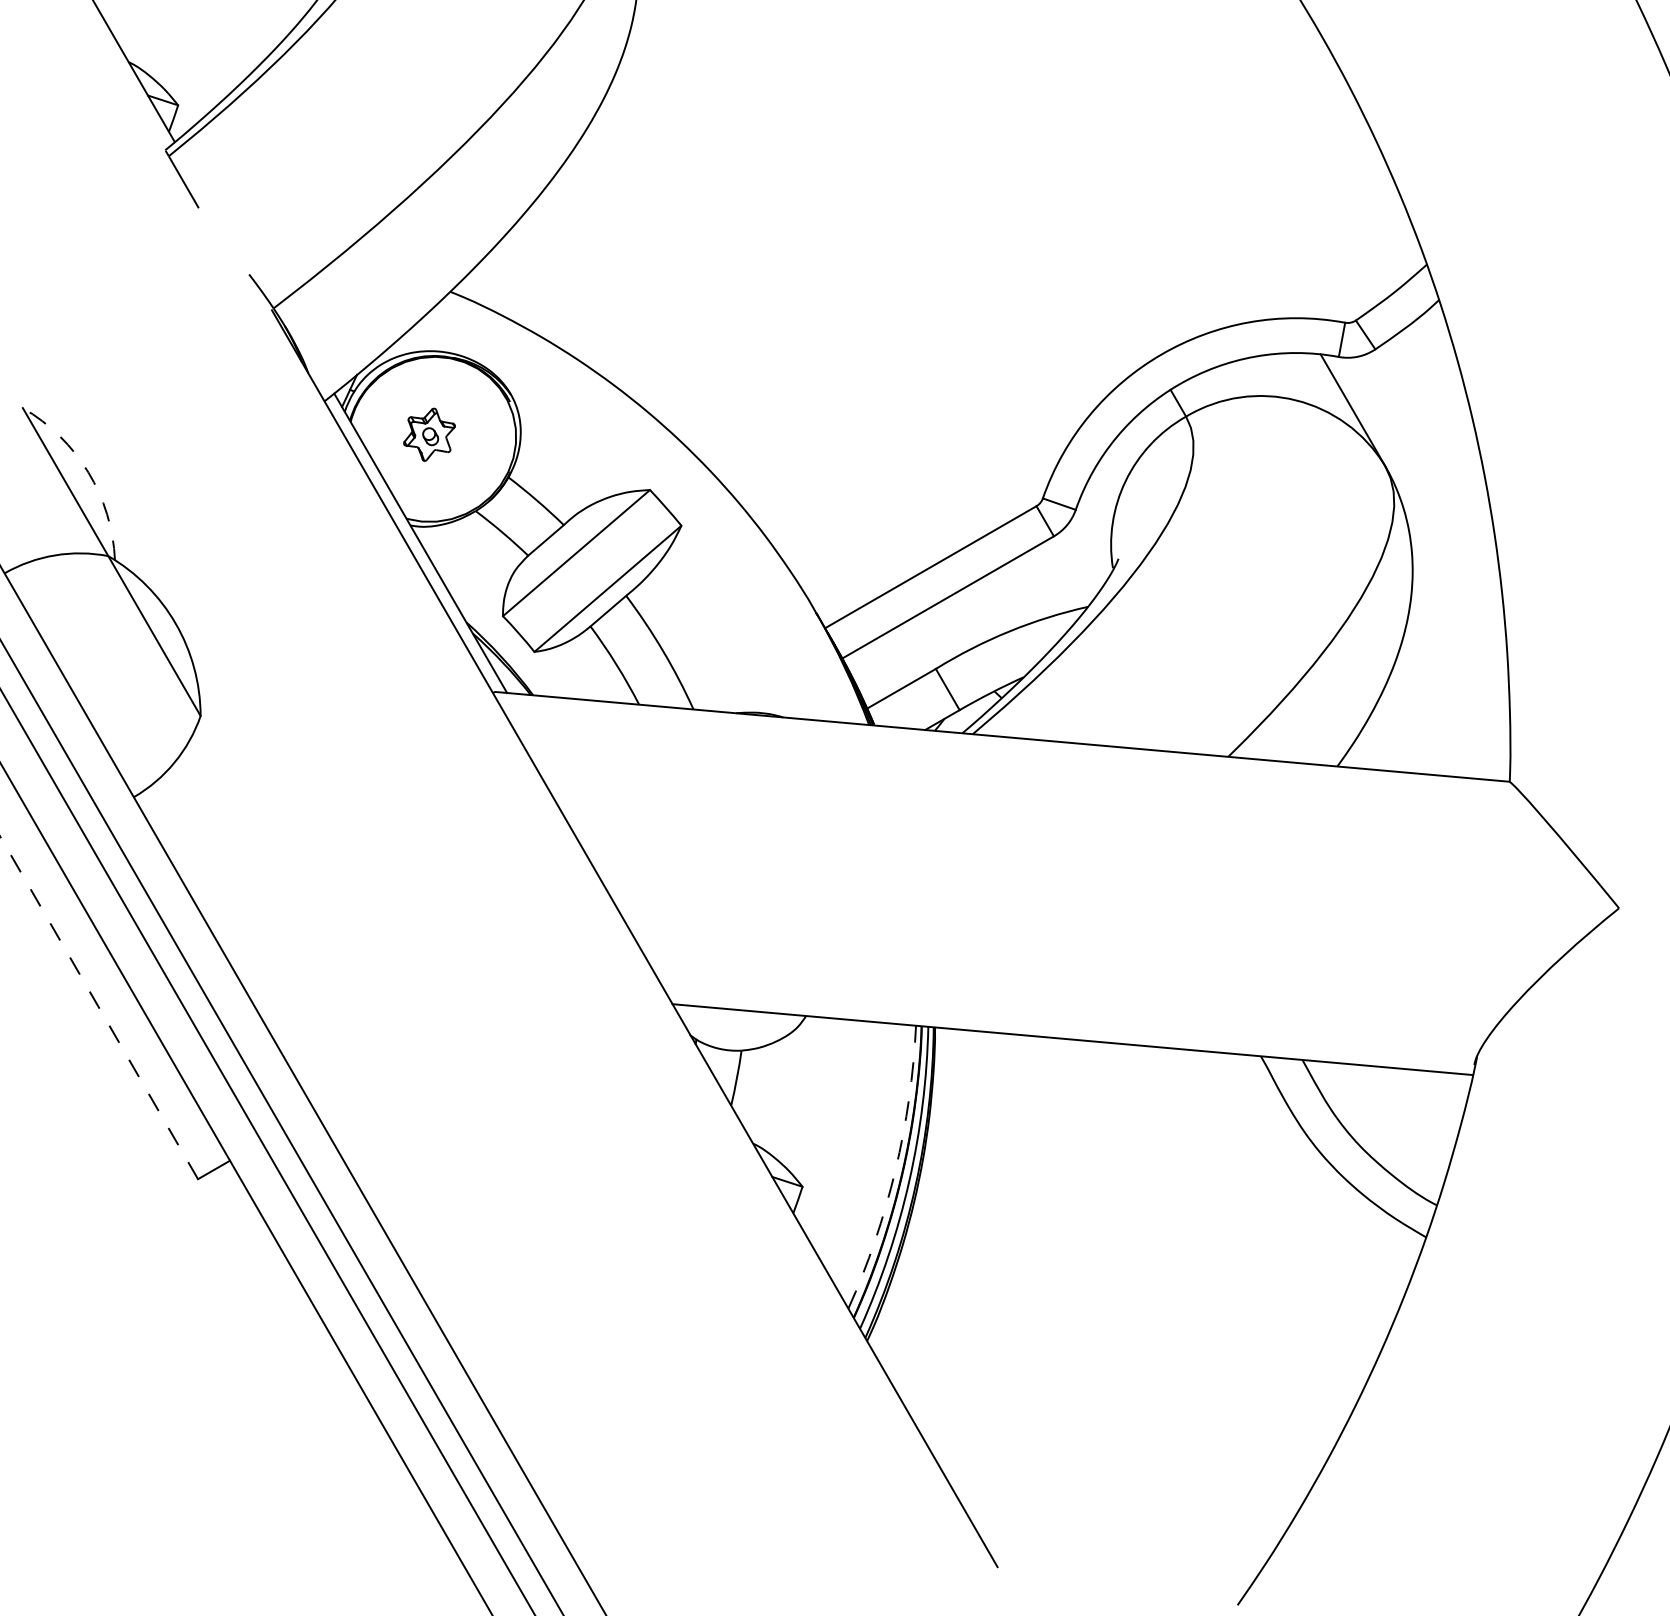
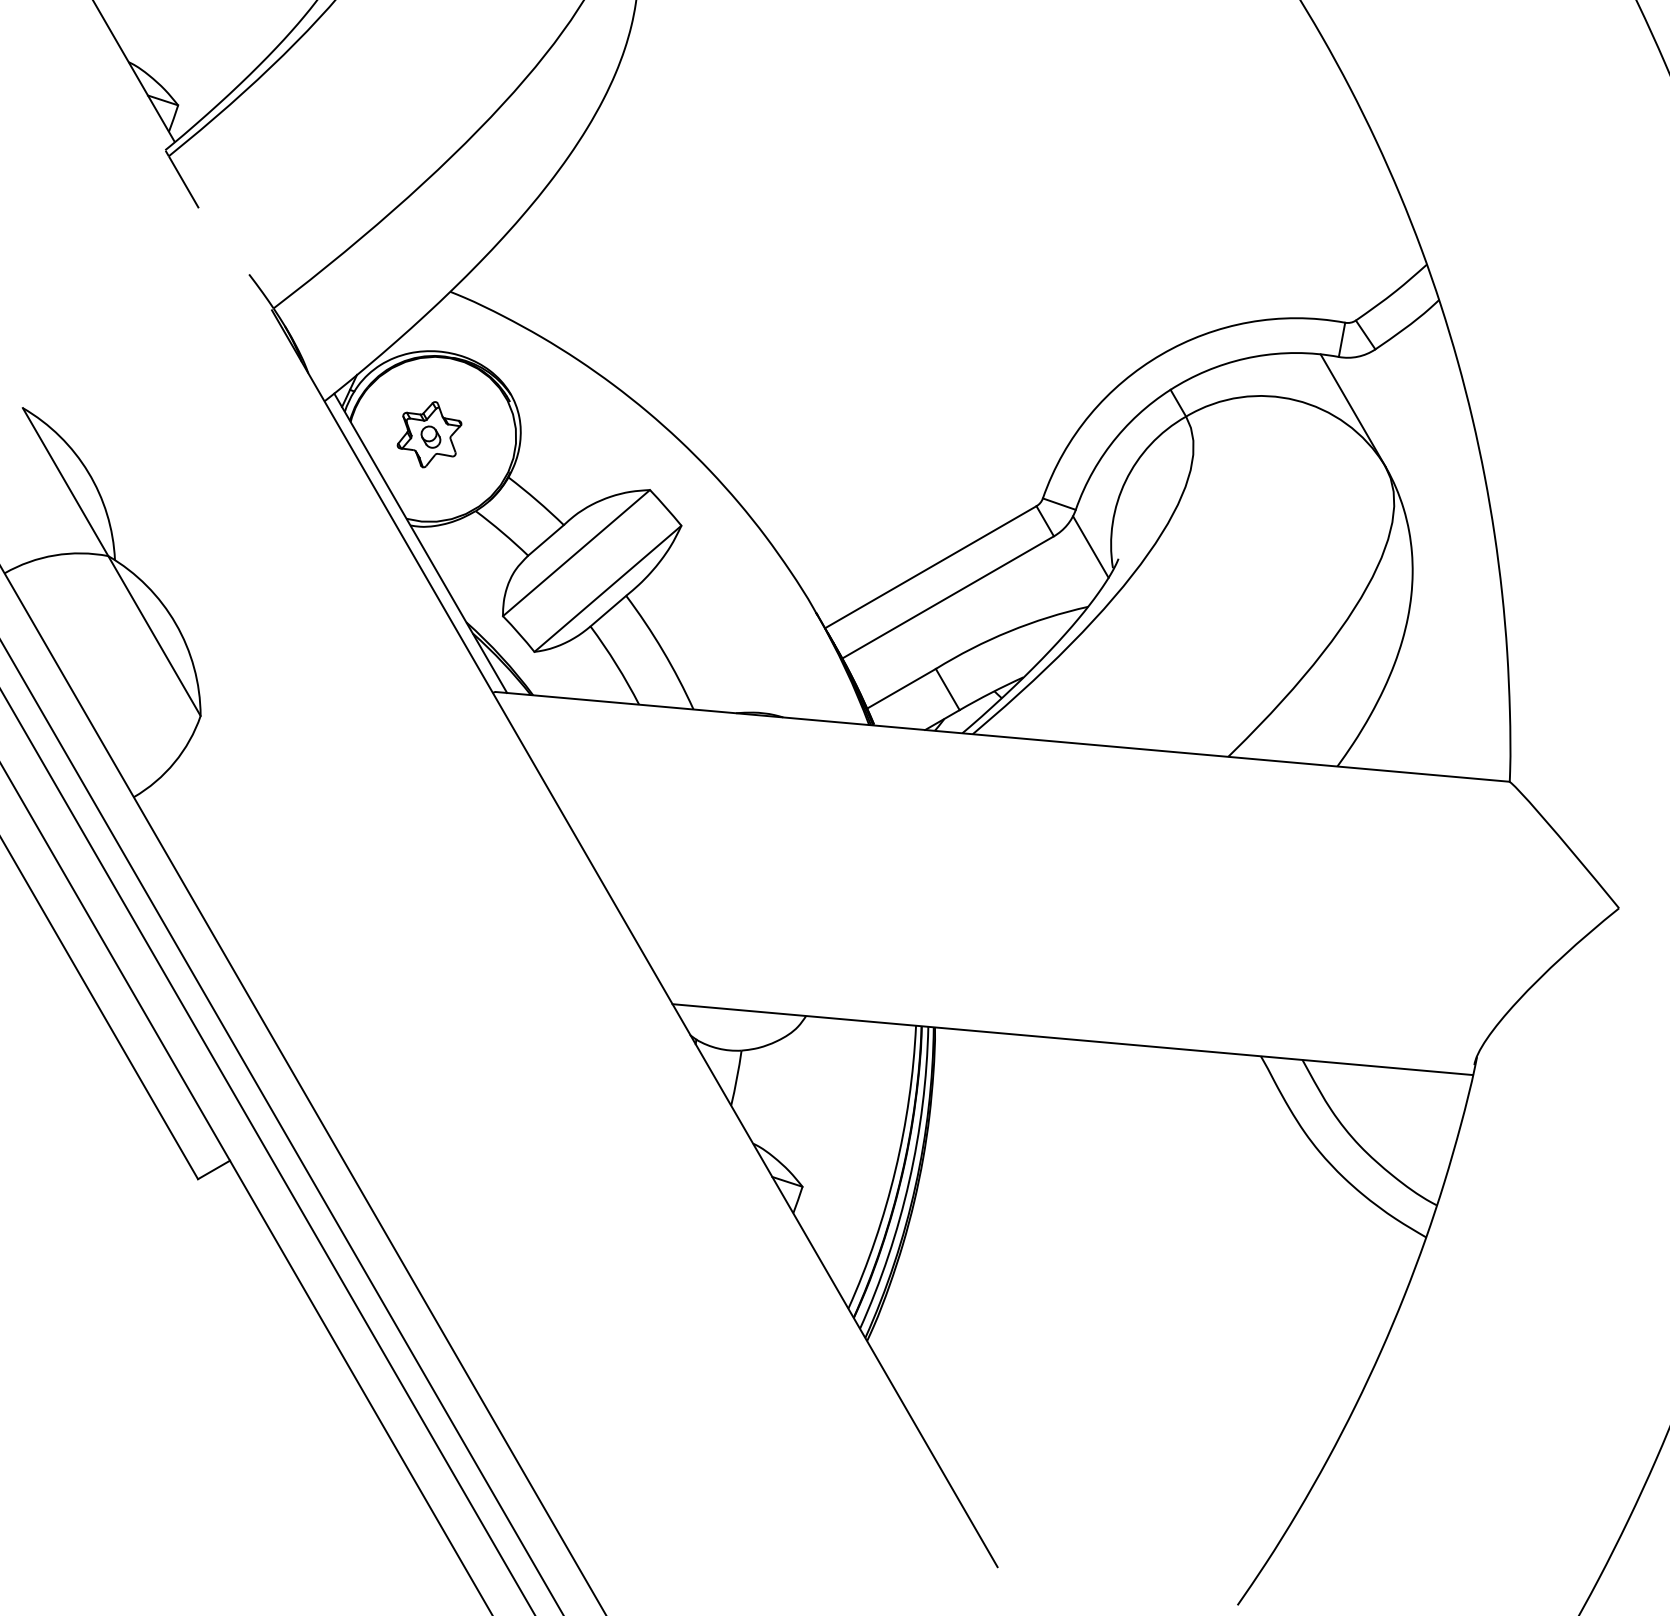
part at (429, 434) size: 53x55 px -> 67x68 px
arc at (88, 472): dashed -> solid
line at (1090, 546): none -> present
line at (99, 1007): dashed -> solid
arc at (895, 1170): dashed -> solid
